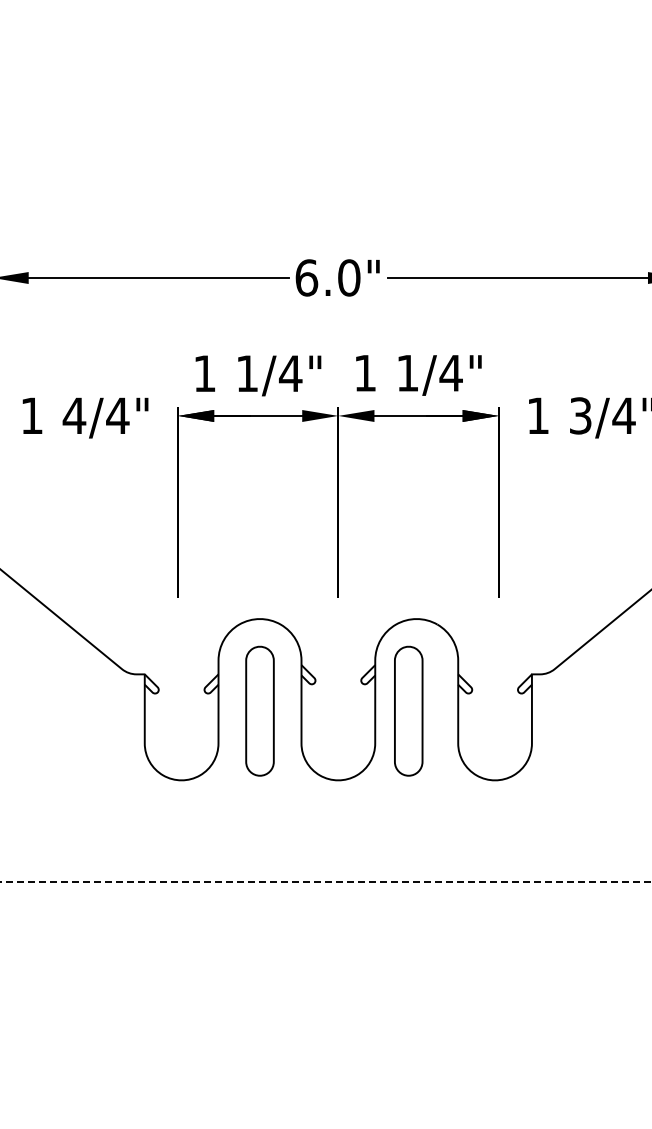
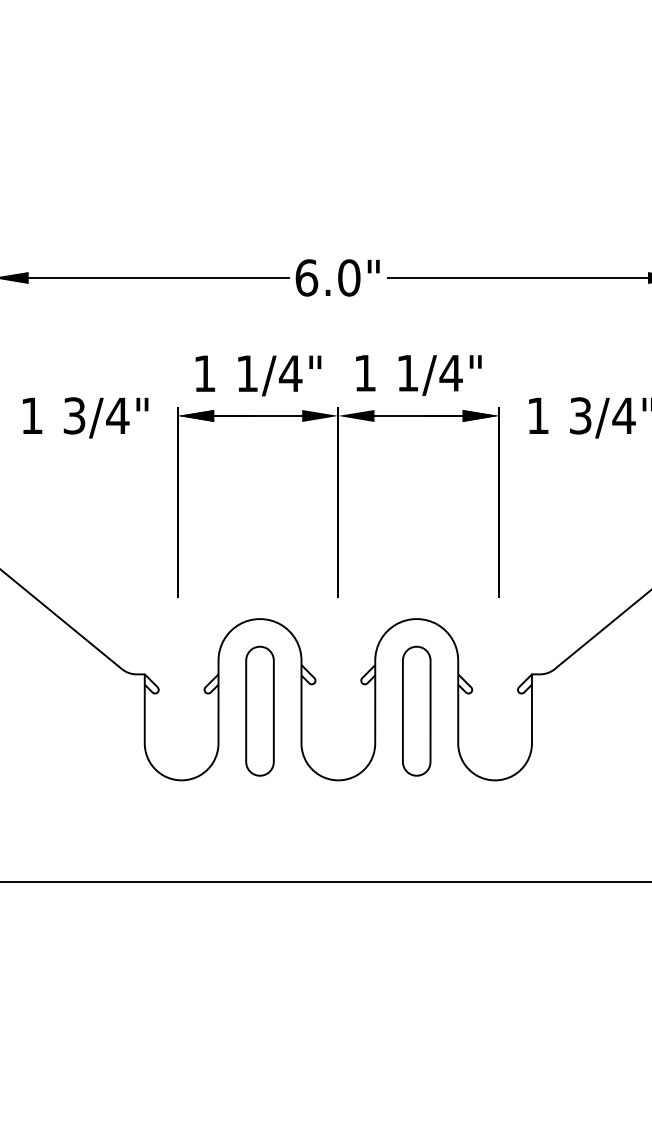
text at (74, 415): 4/4" -> 3/4"
part at (408, 710) position: (408, 710) -> (416, 710)
line at (325, 881): dashed -> solid
